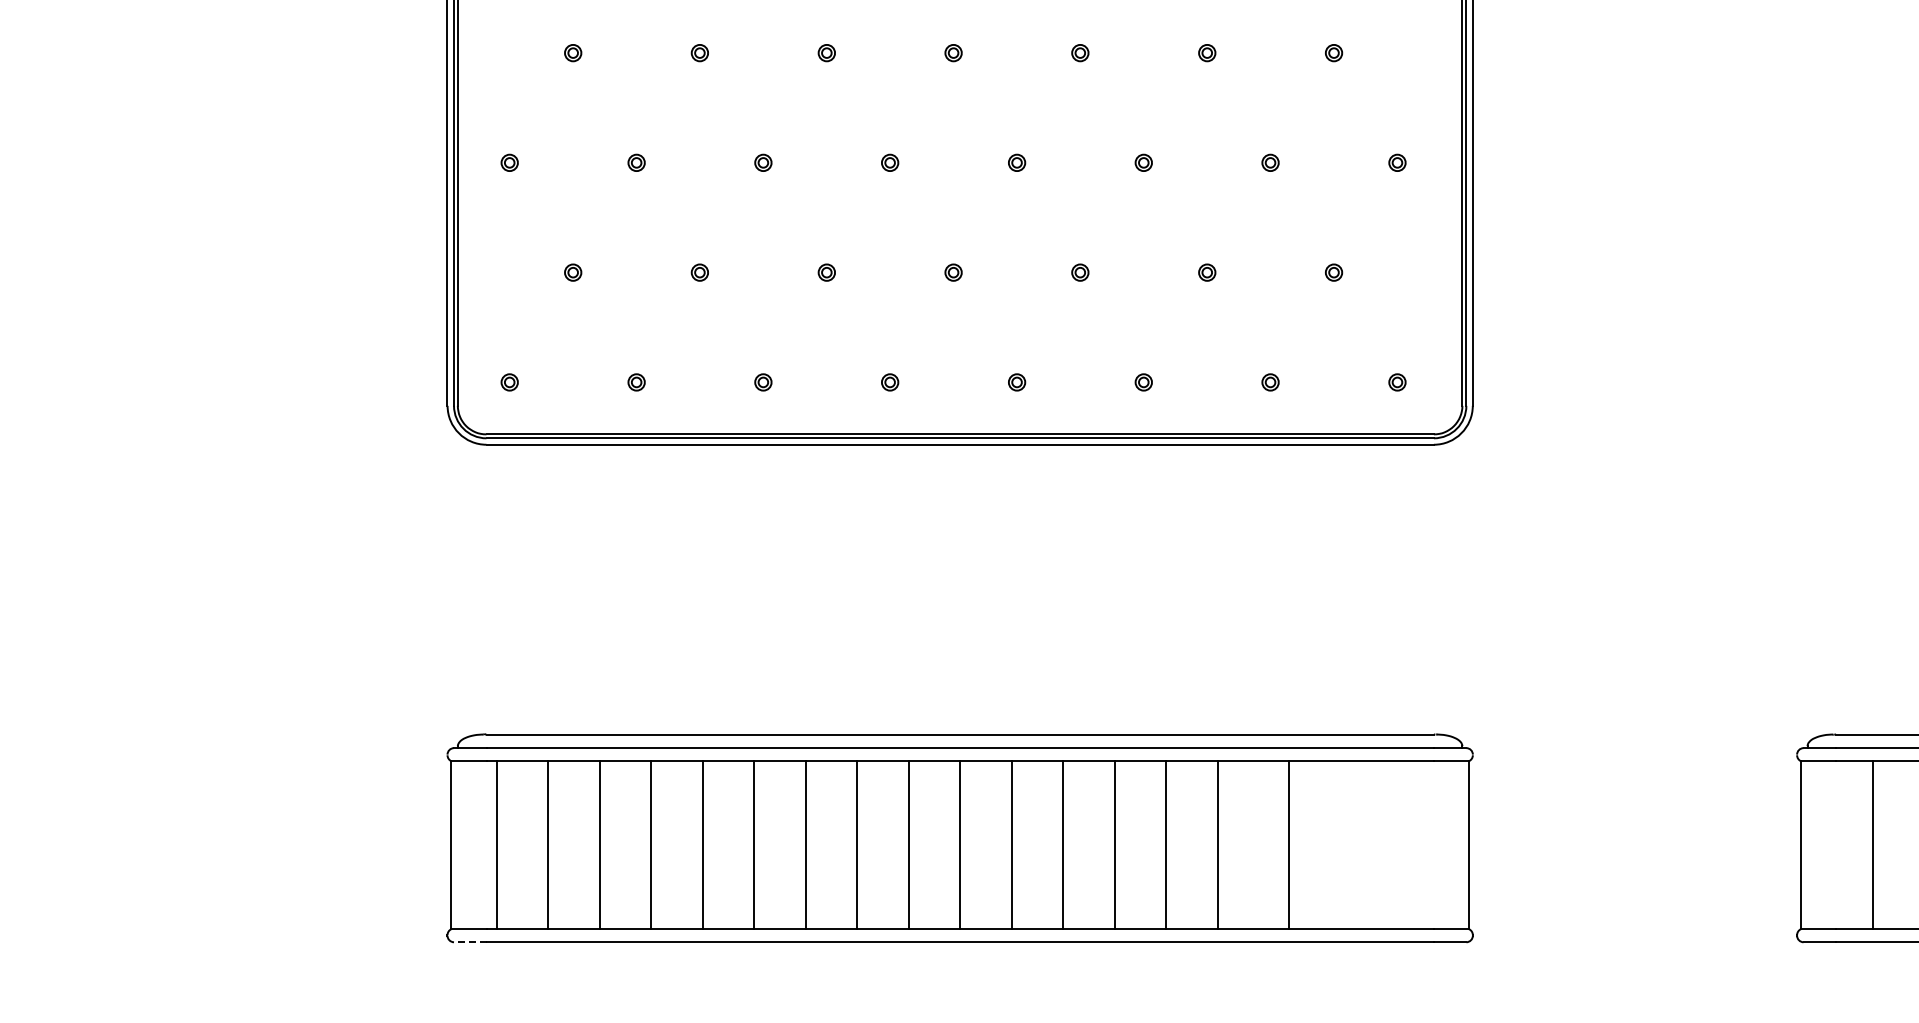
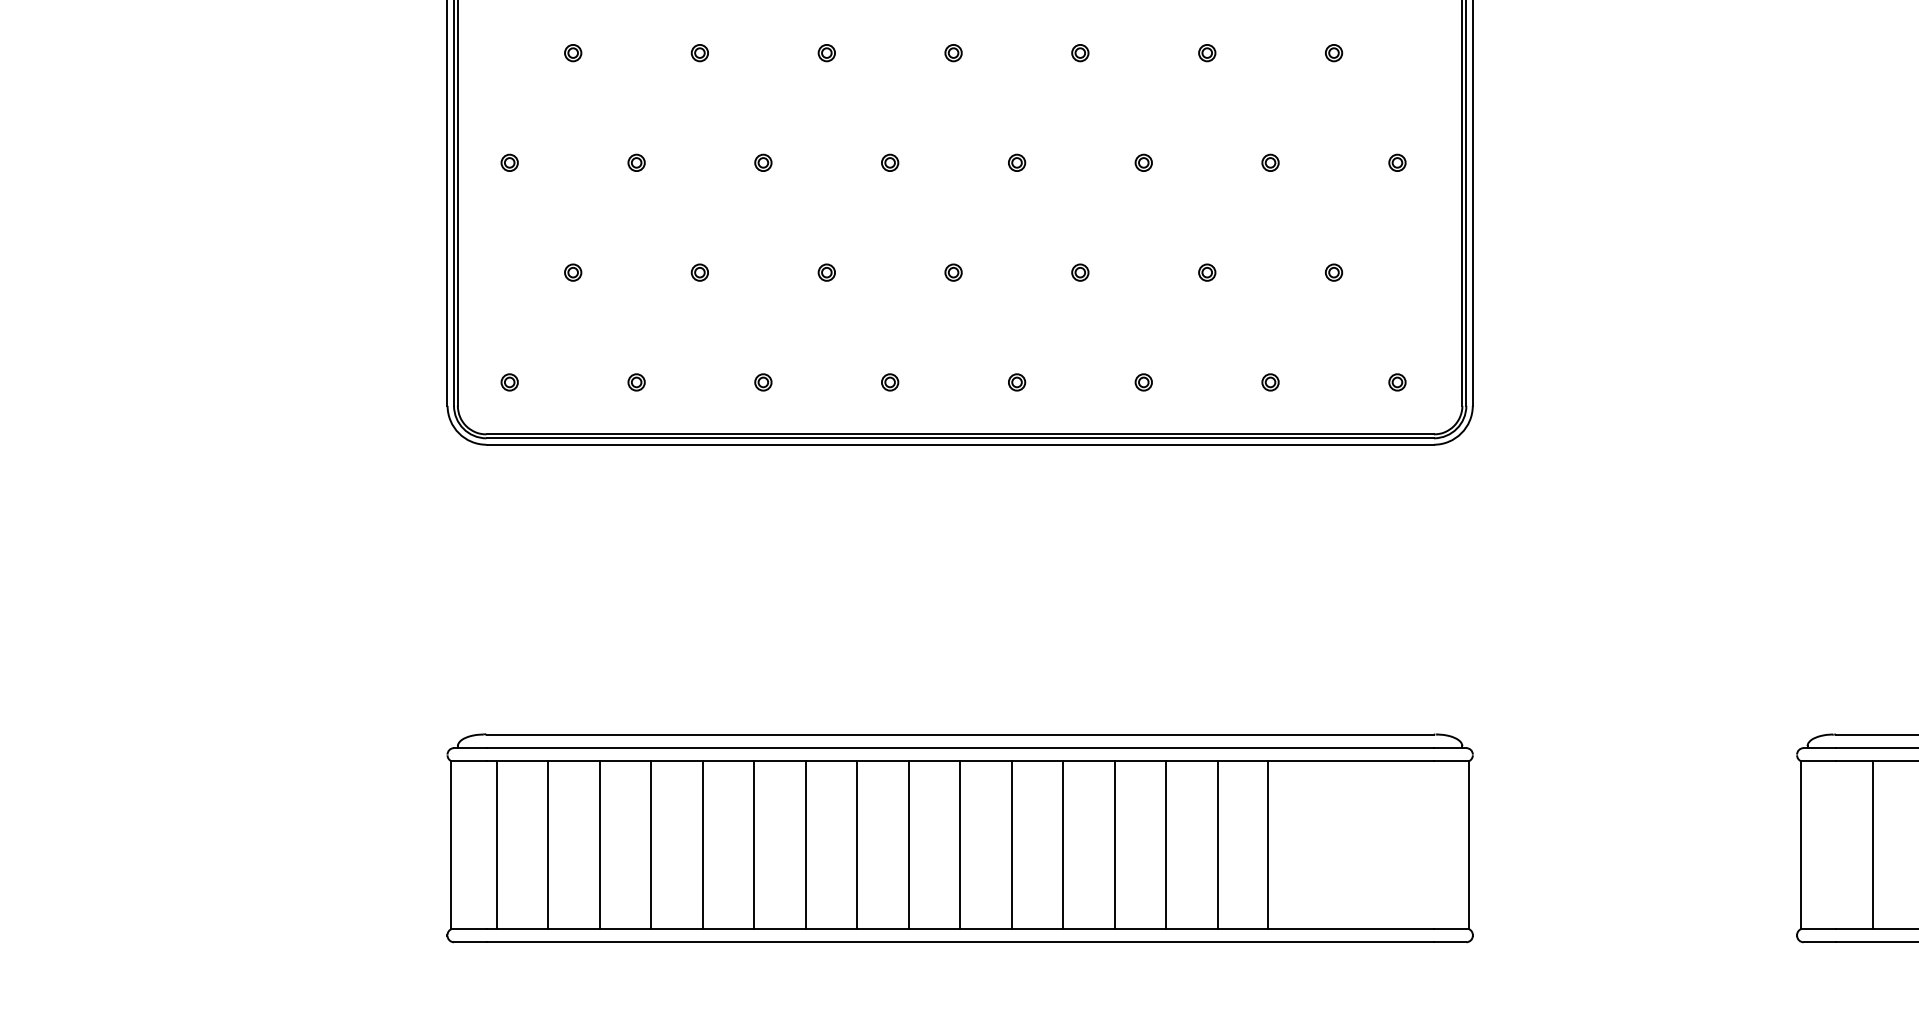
line at (1288, 845) position: (1288, 845) -> (1267, 845)
line at (469, 942): dashed -> solid
